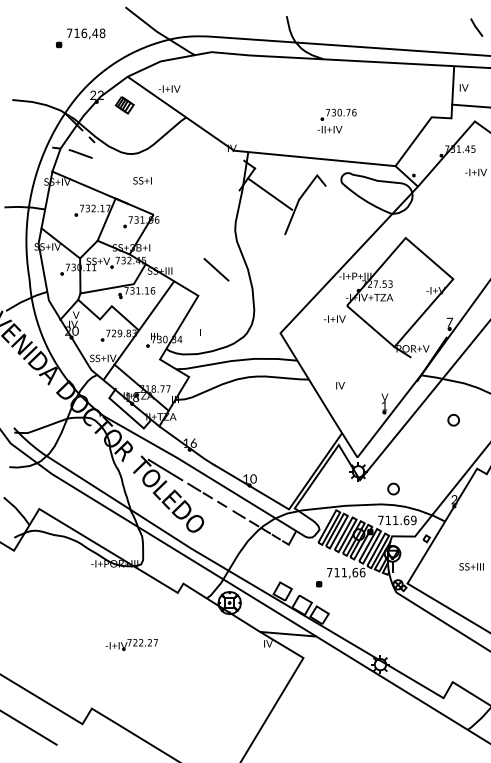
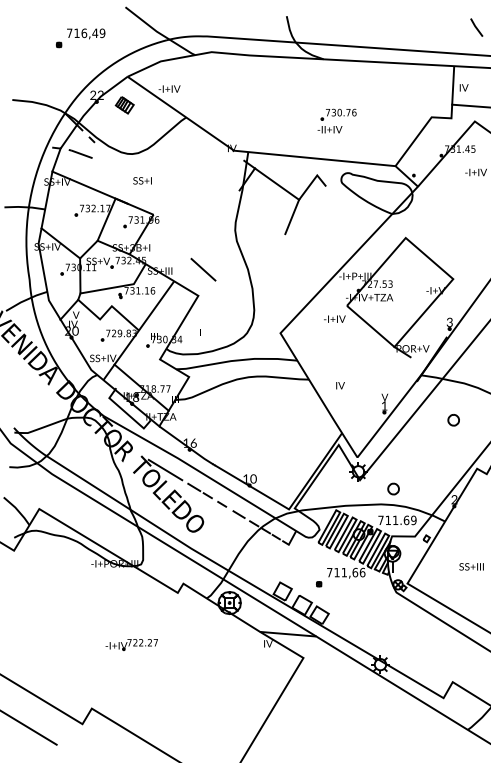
text at (102, 33): 716,48 -> 716,49
line at (270, 193) position: (270, 193) -> (277, 183)
line at (216, 269) position: (216, 269) -> (203, 269)
text at (449, 321): 7 -> 3
